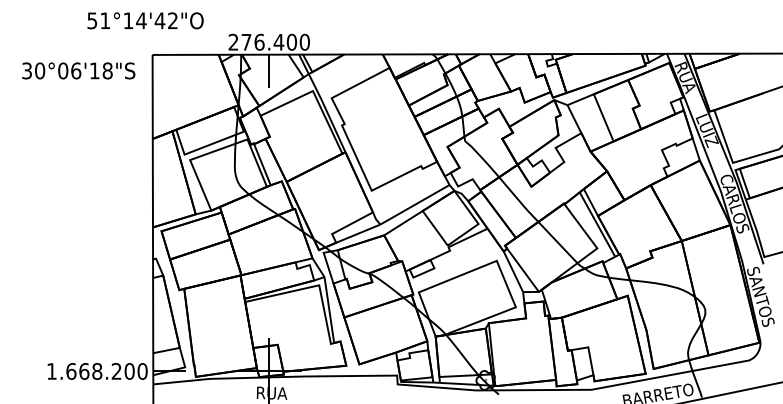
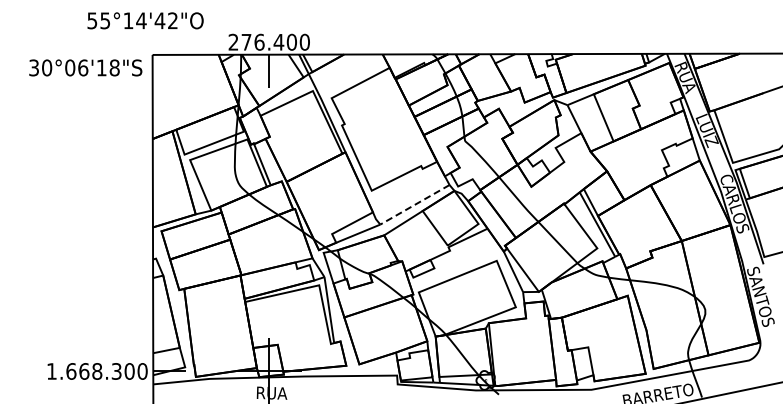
text at (104, 20): 51°14'42"O -> 55°14'42"O
text at (78, 70) position: (78, 70) -> (85, 67)
line at (414, 204): solid -> dashed
text at (116, 371): 1.668.200 -> 1.668.300
